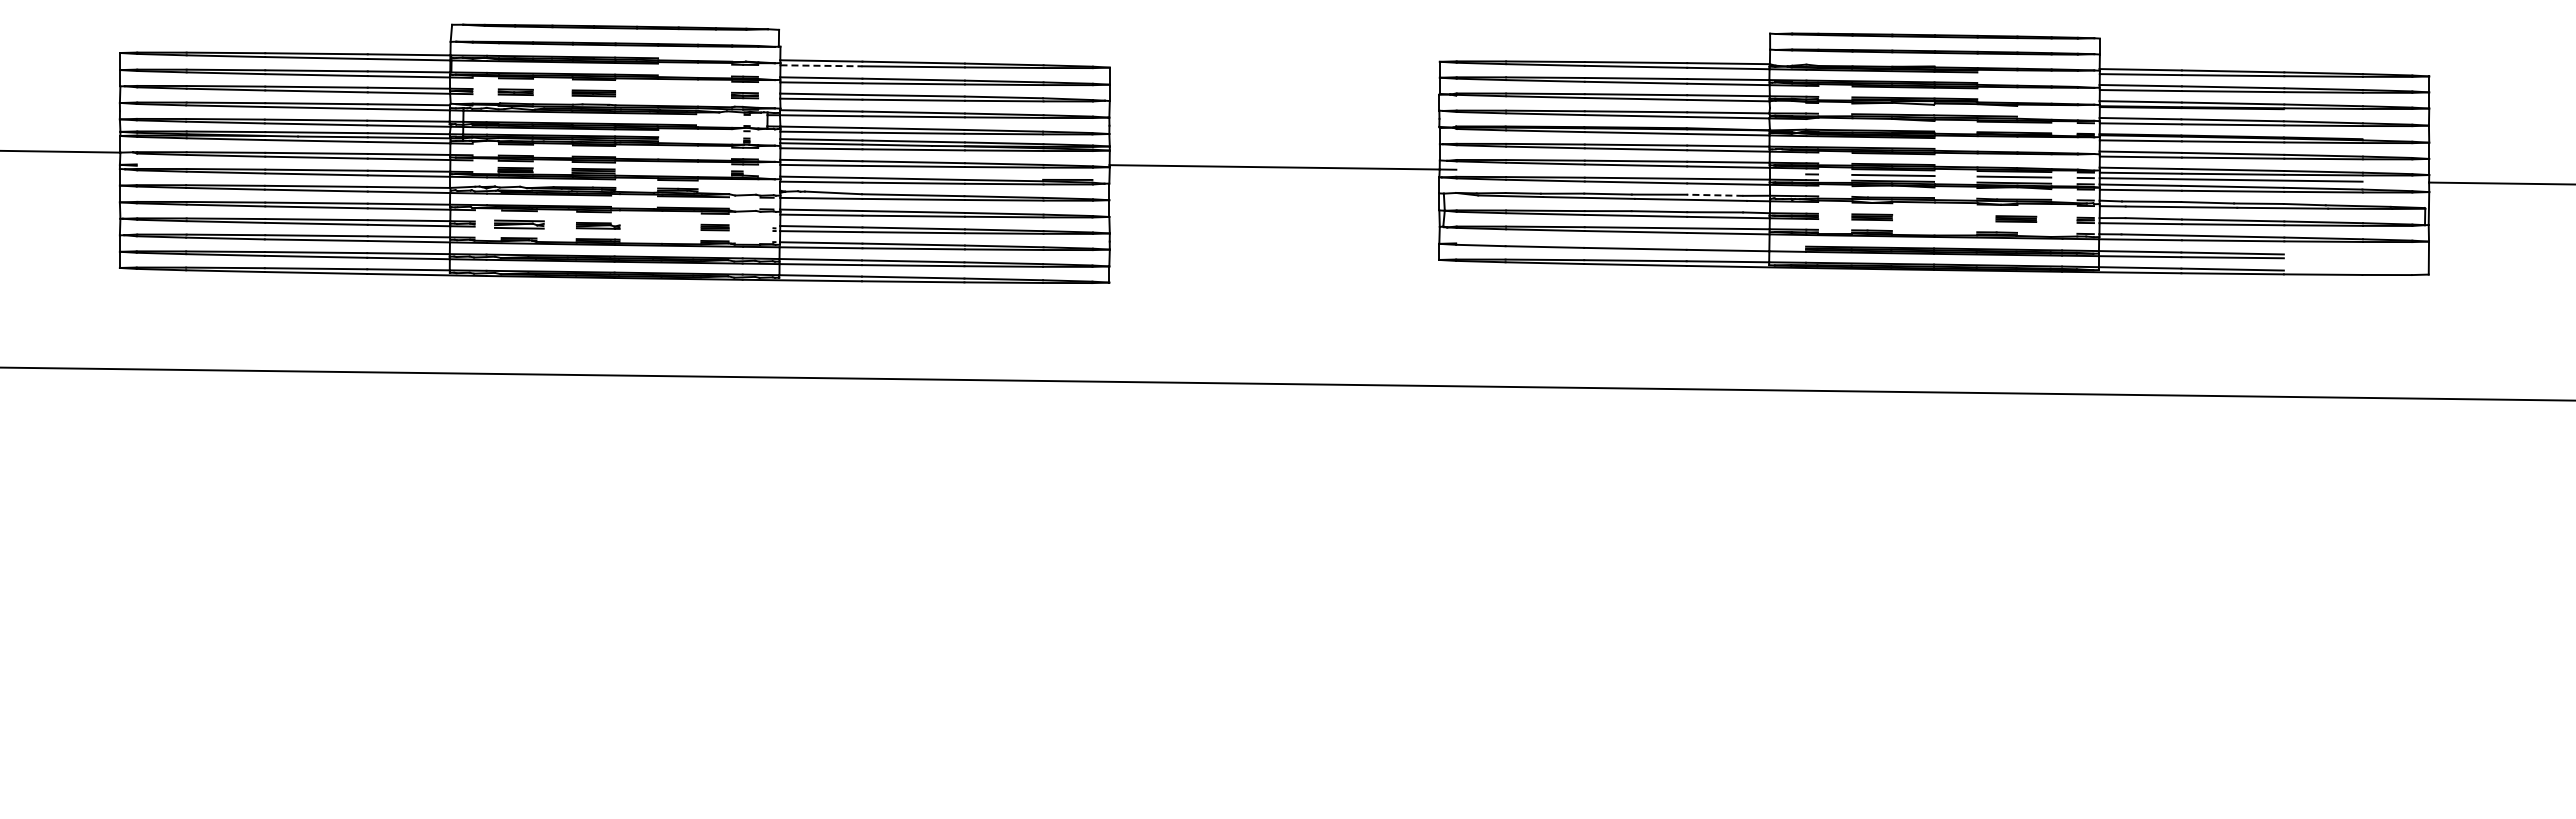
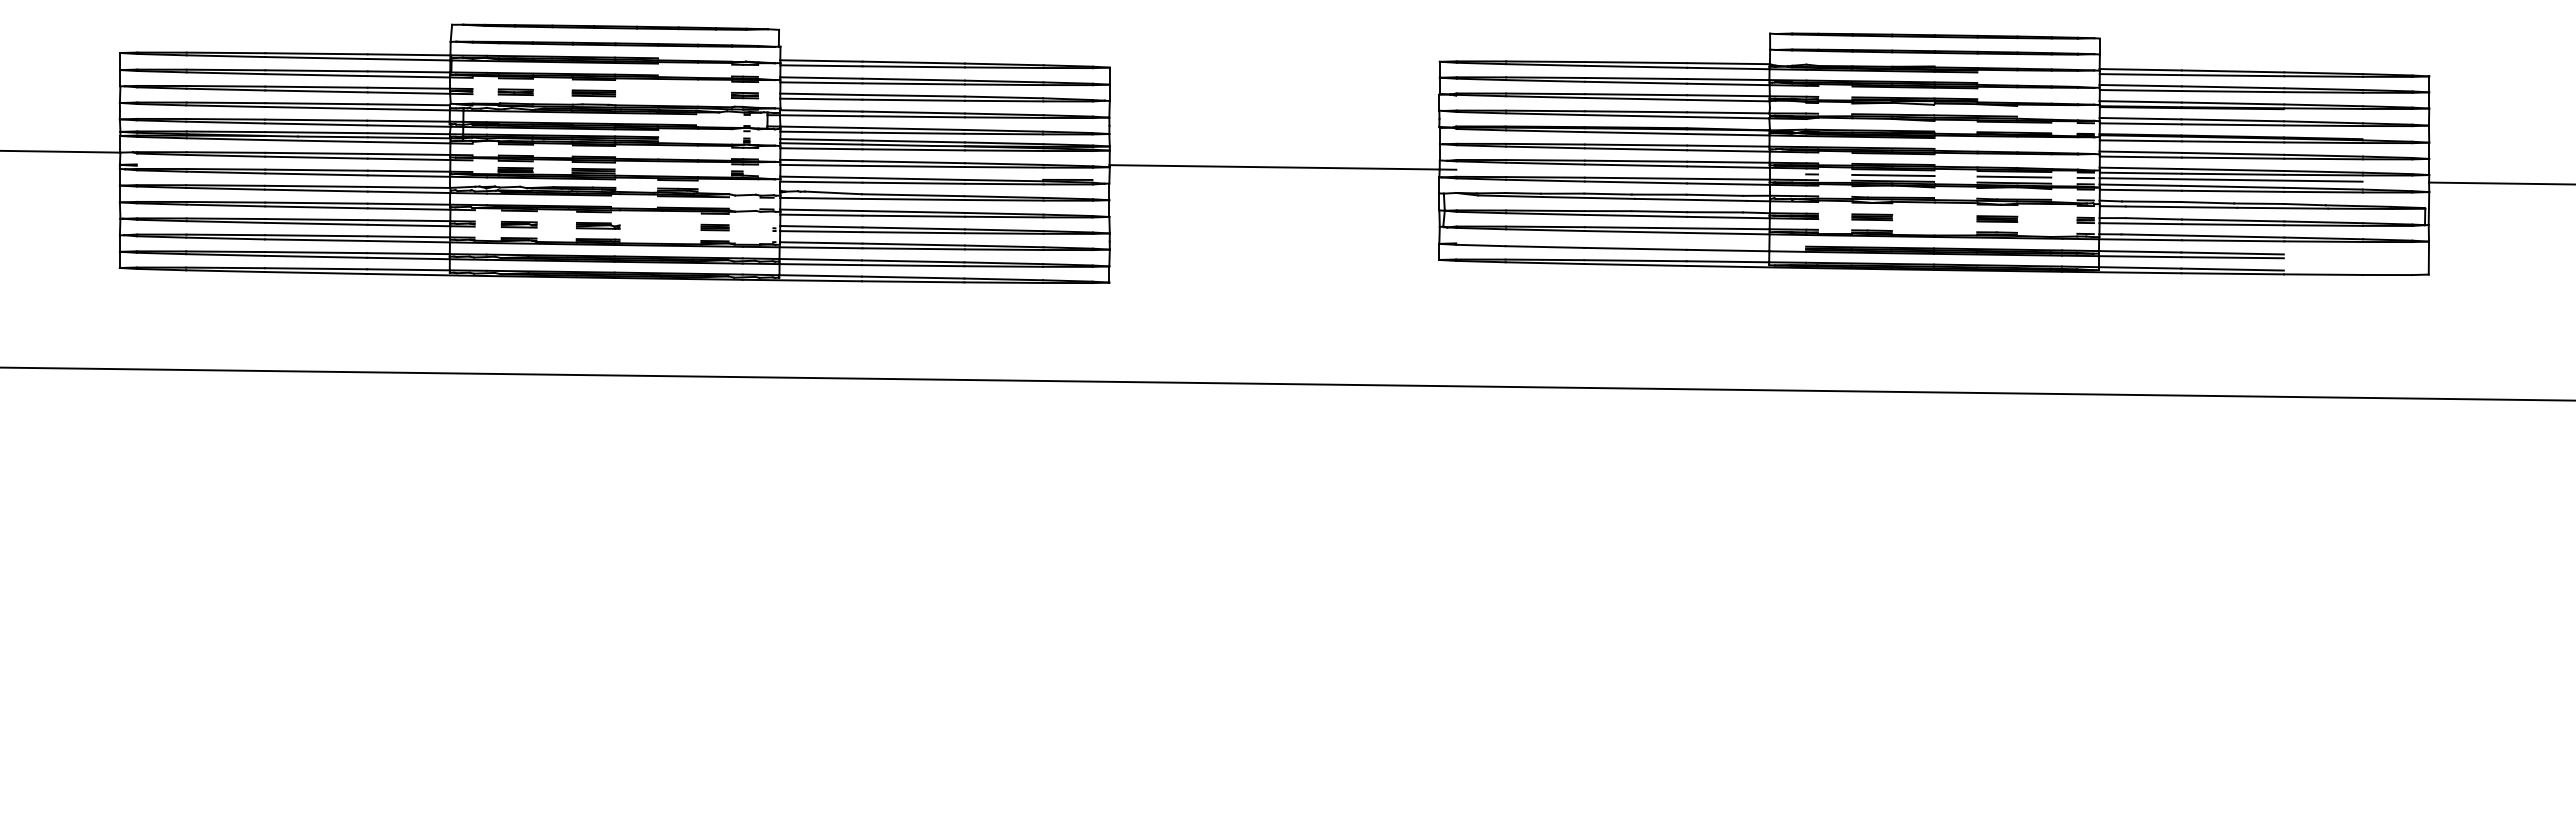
line at (821, 65): dashed -> solid
line at (1714, 195): dashed -> solid
part at (2016, 218) position: (2016, 218) -> (1997, 218)
part at (519, 224) size: 51x11 px -> 38x8 px
